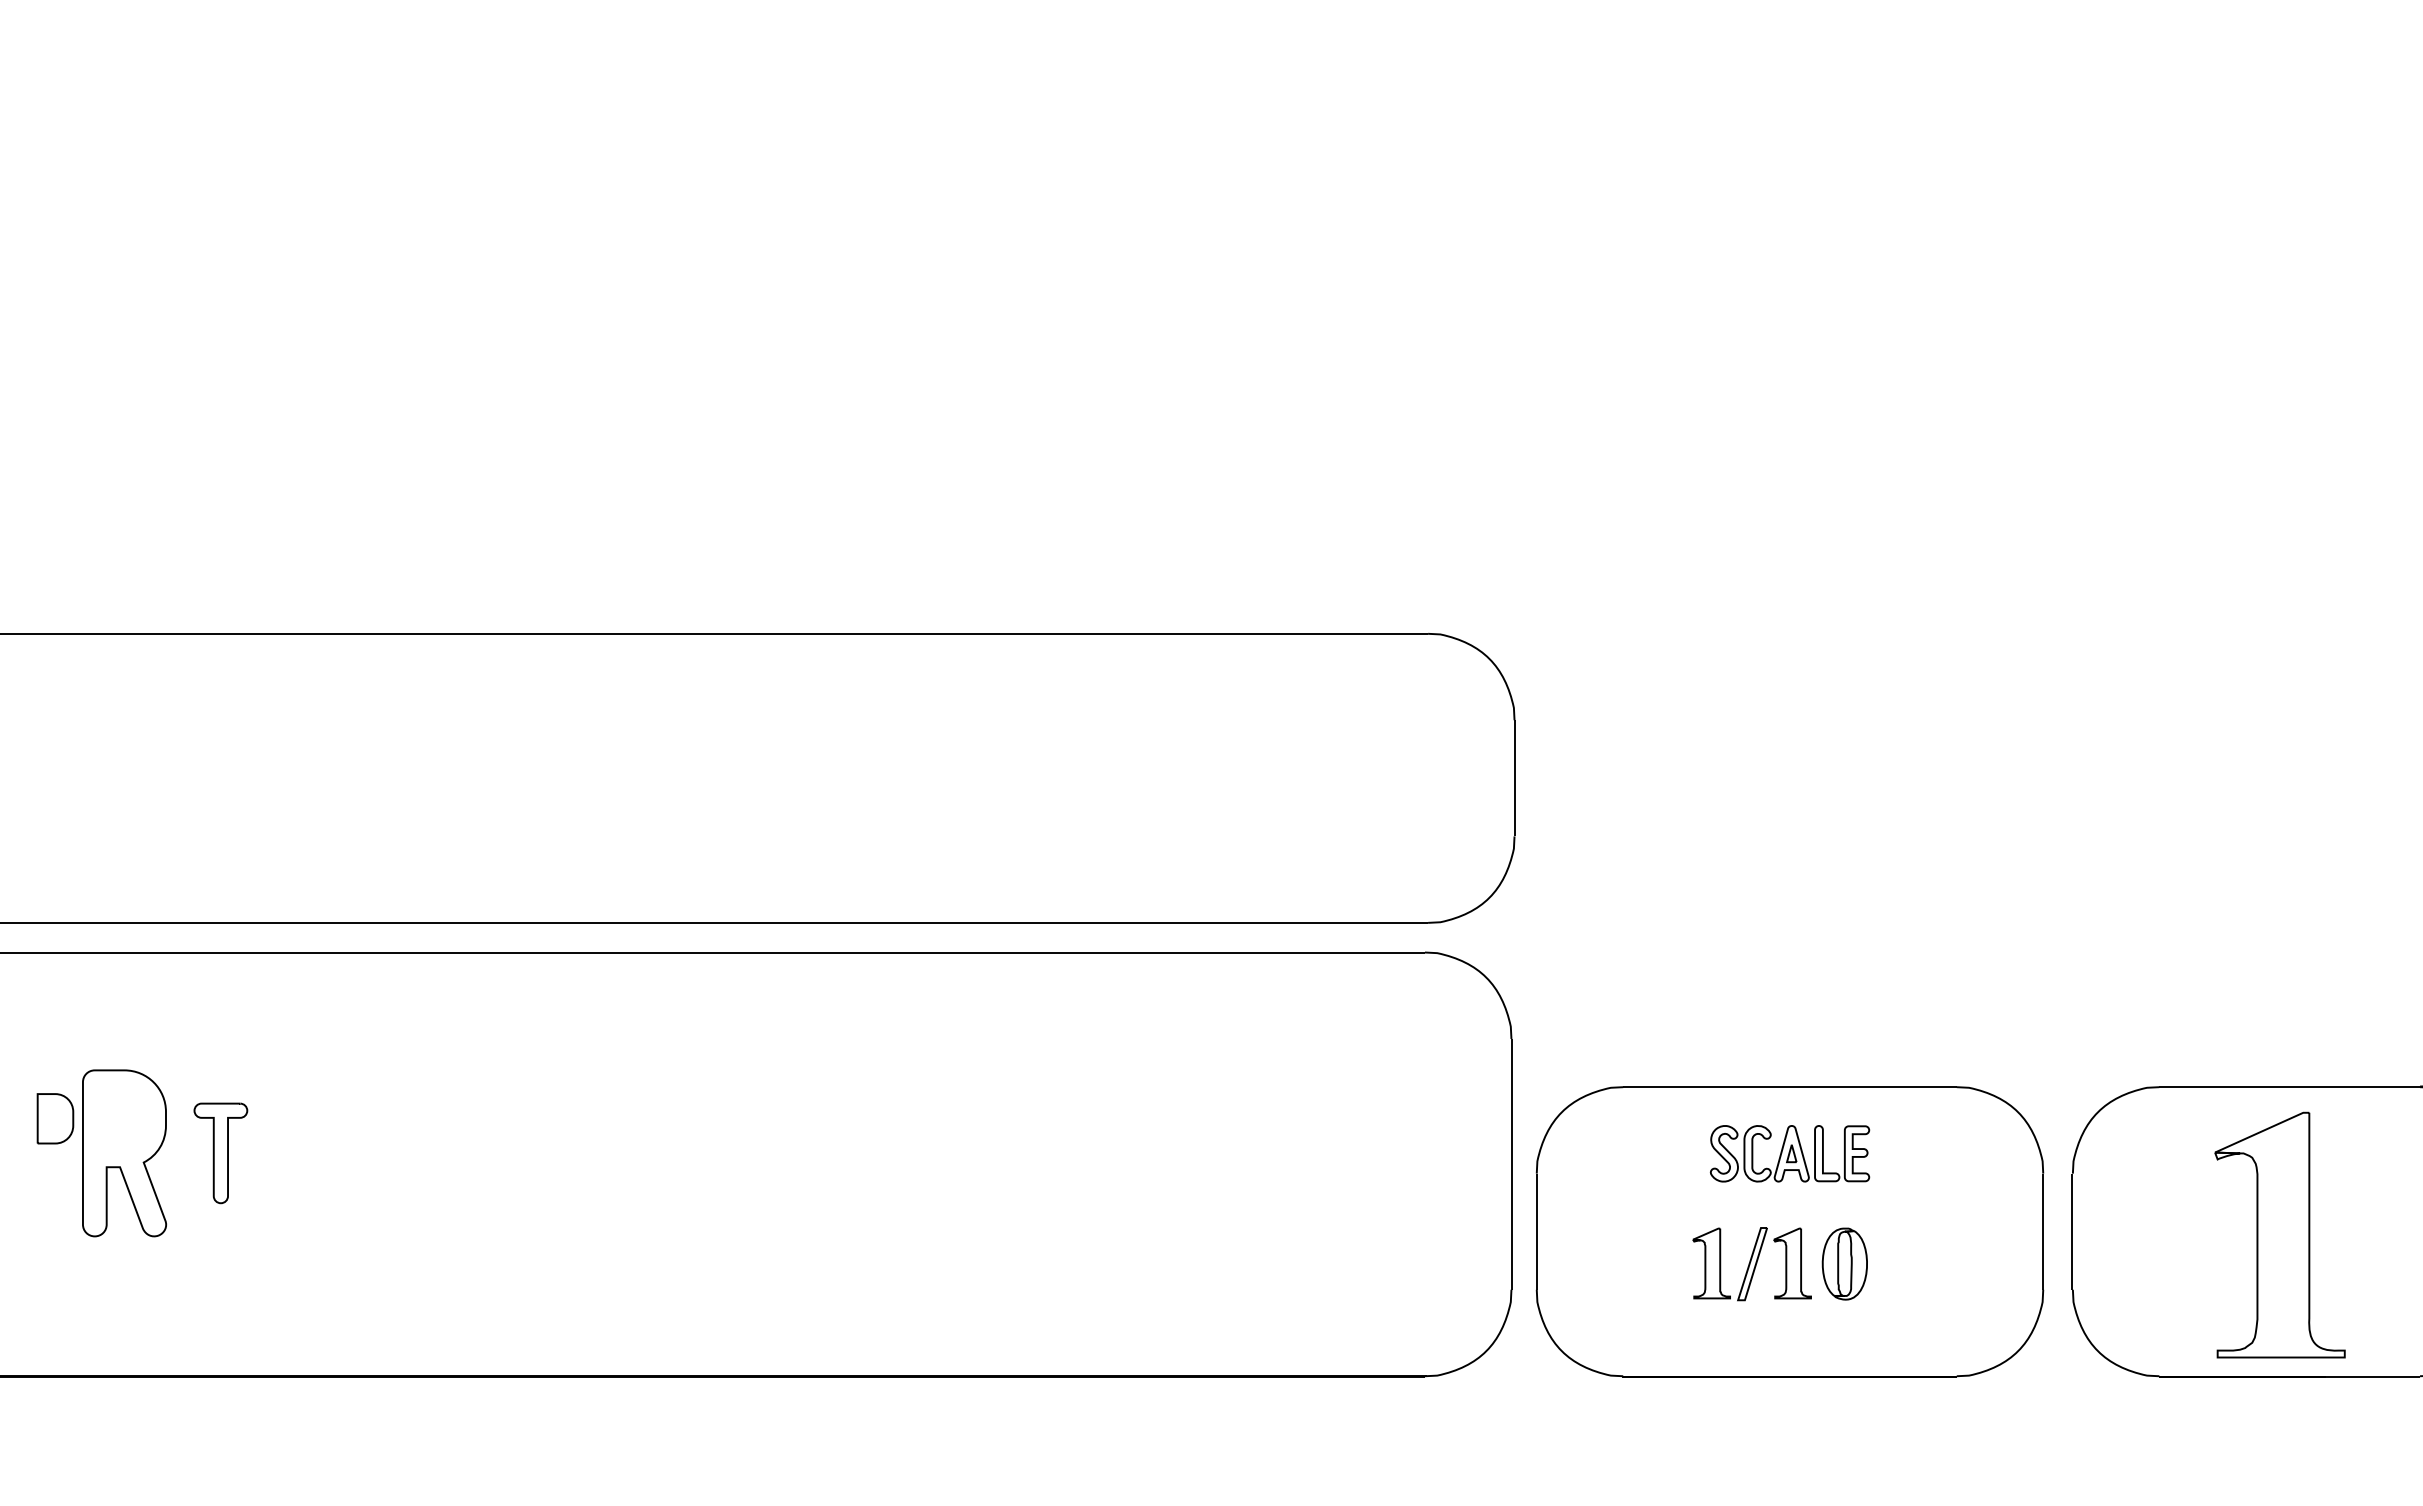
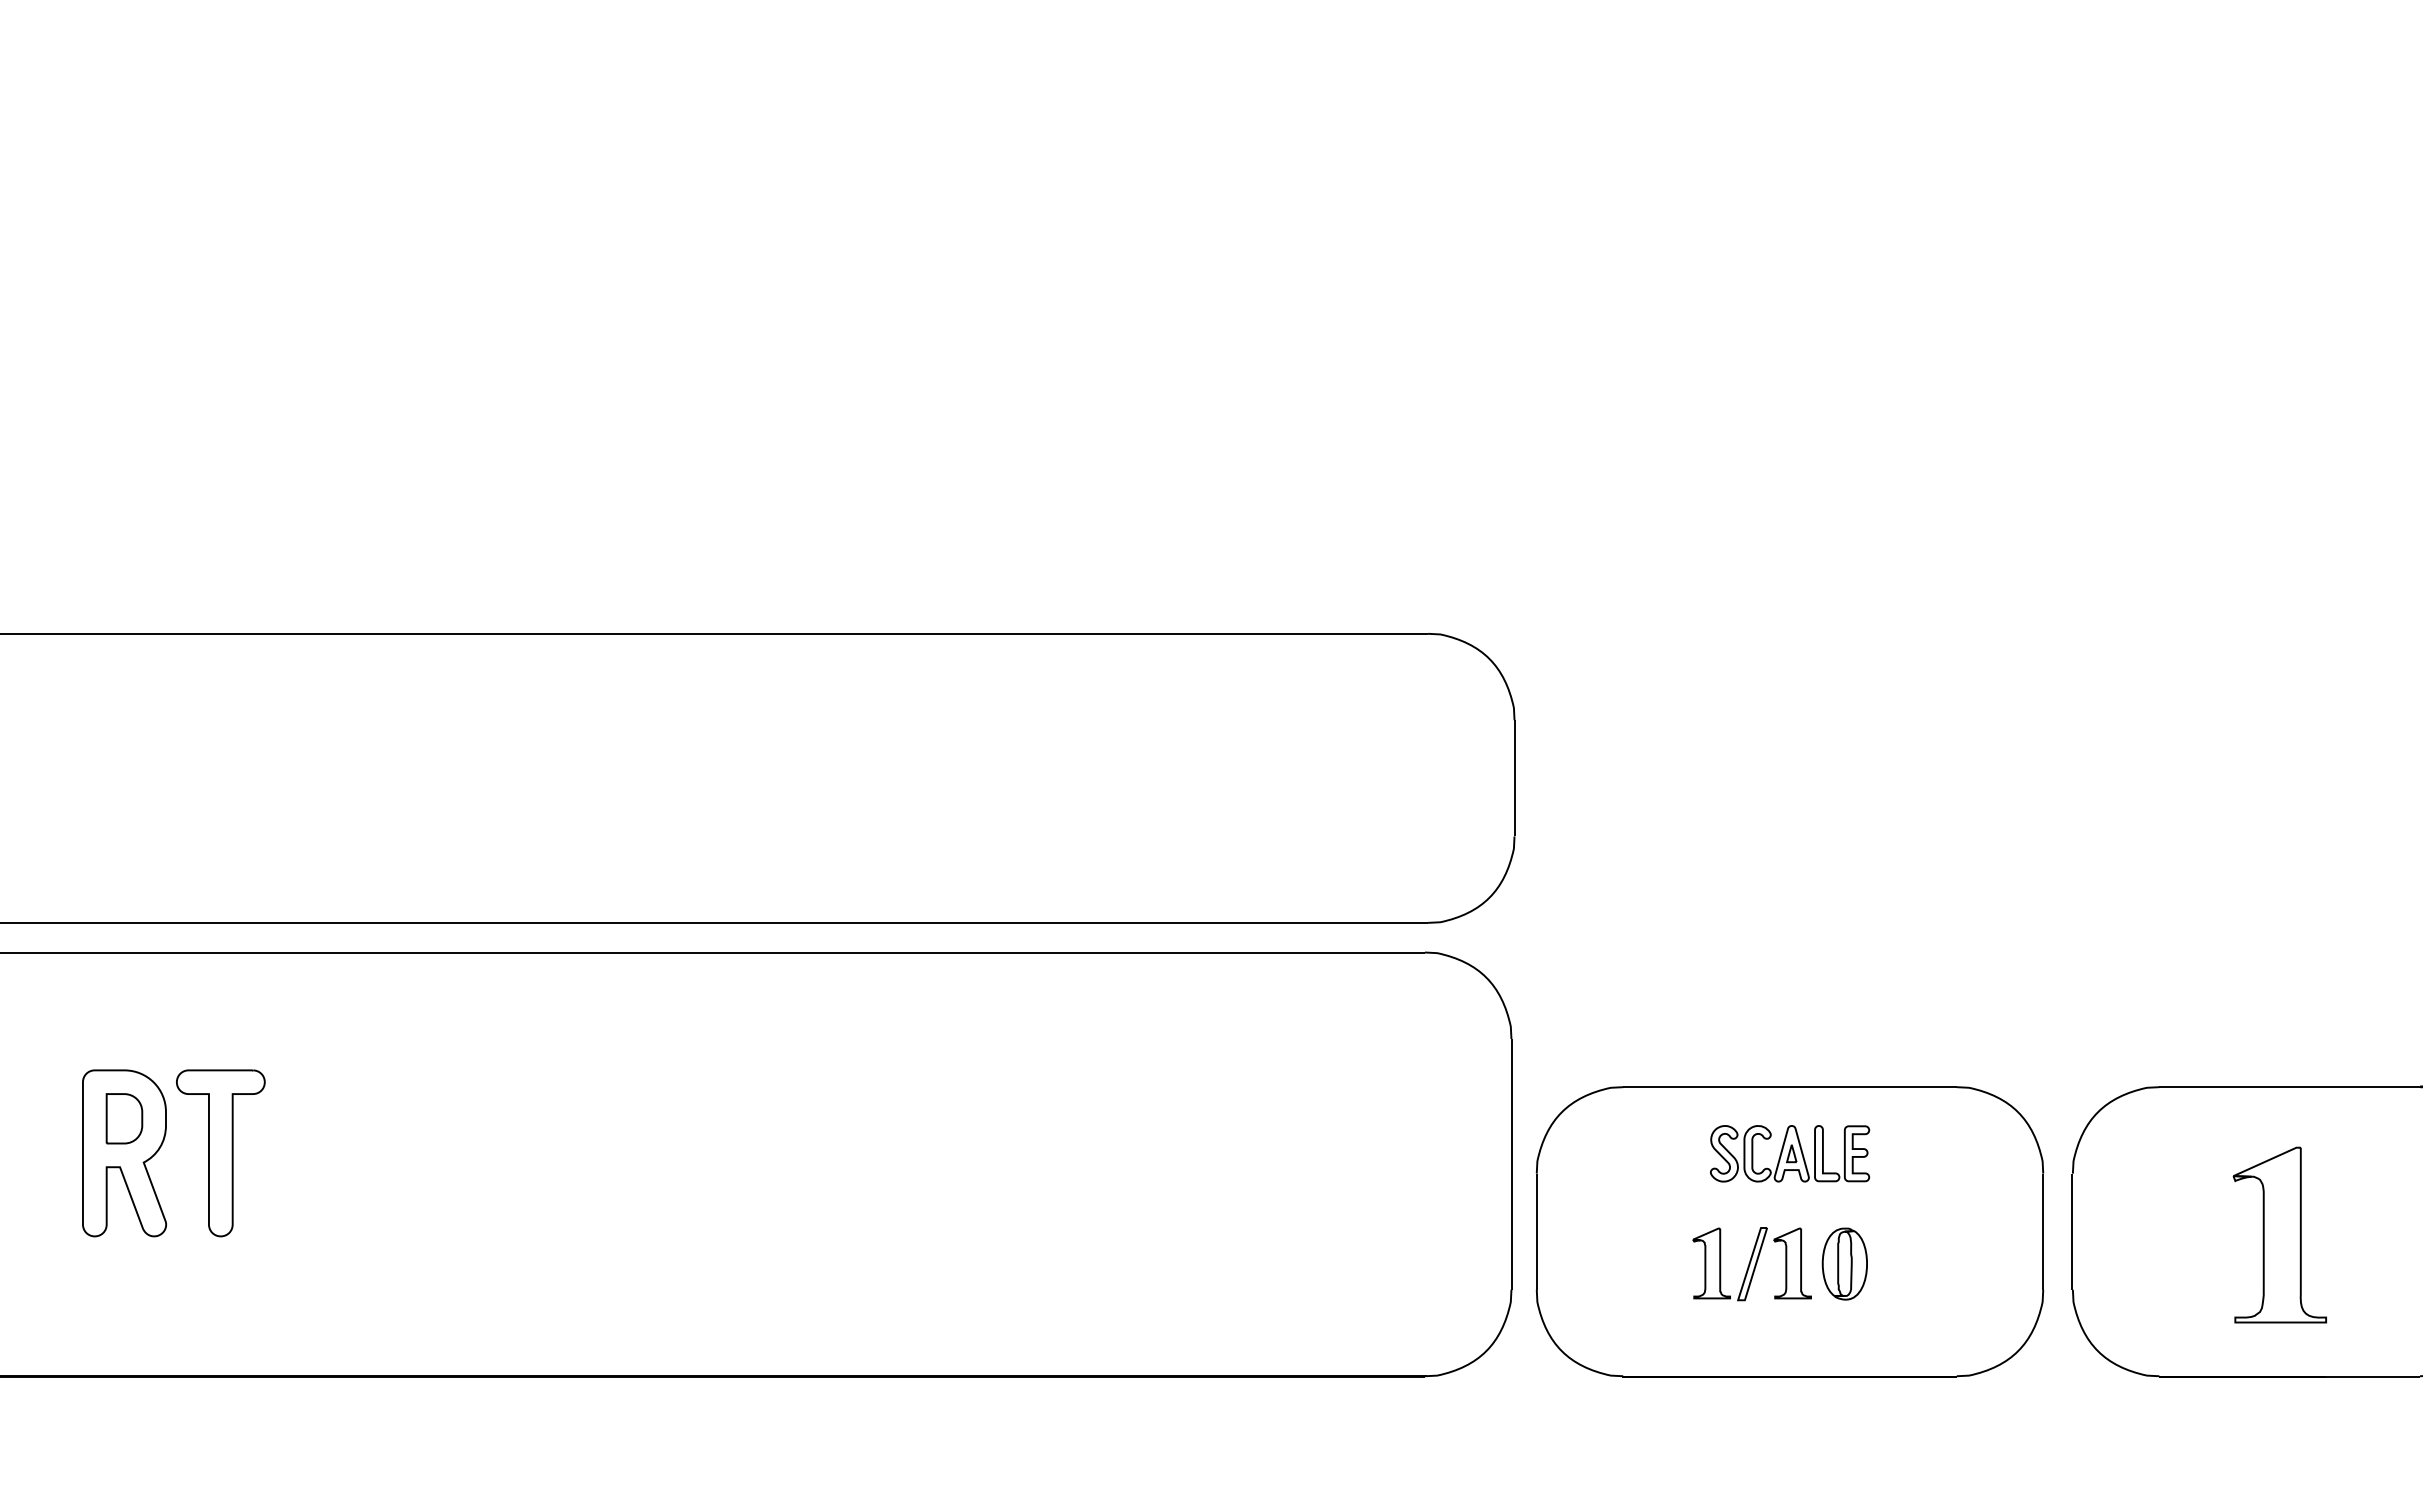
part at (55, 1118) position: (55, 1118) -> (124, 1118)
part at (220, 1153) size: 56x103 px -> 90x169 px
part at (2279, 1234) size: 132x248 px -> 95x178 px
